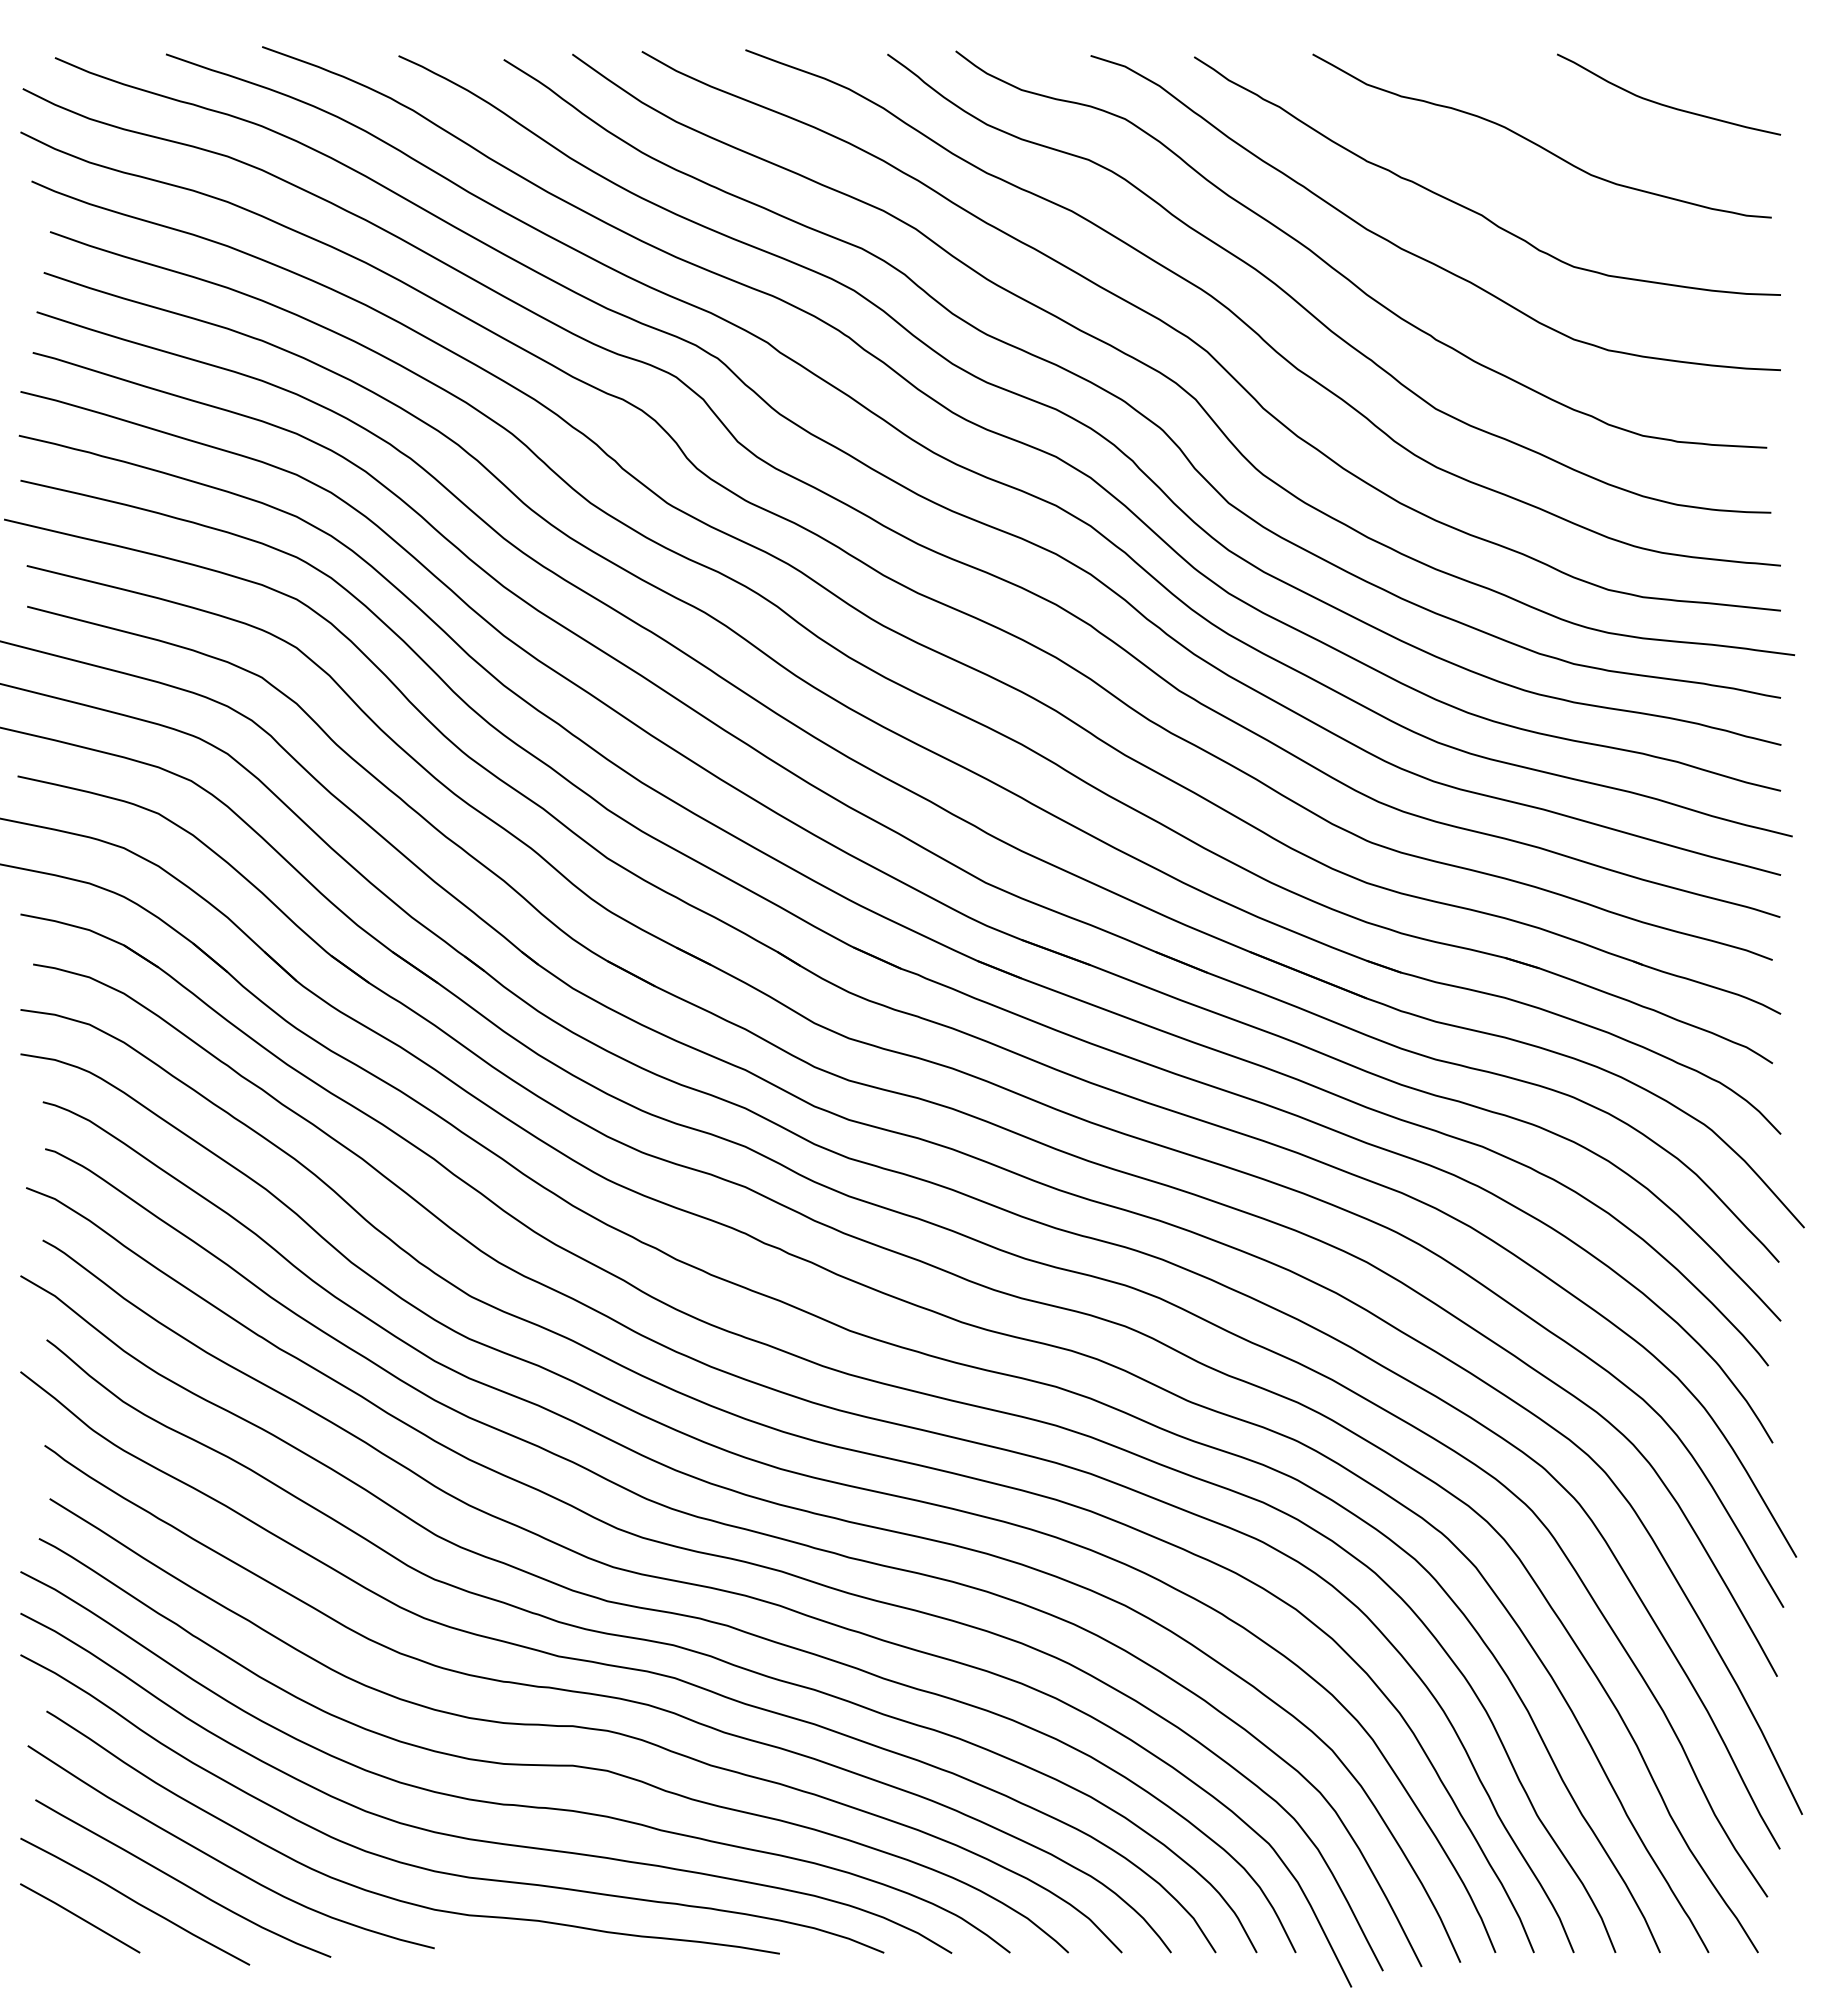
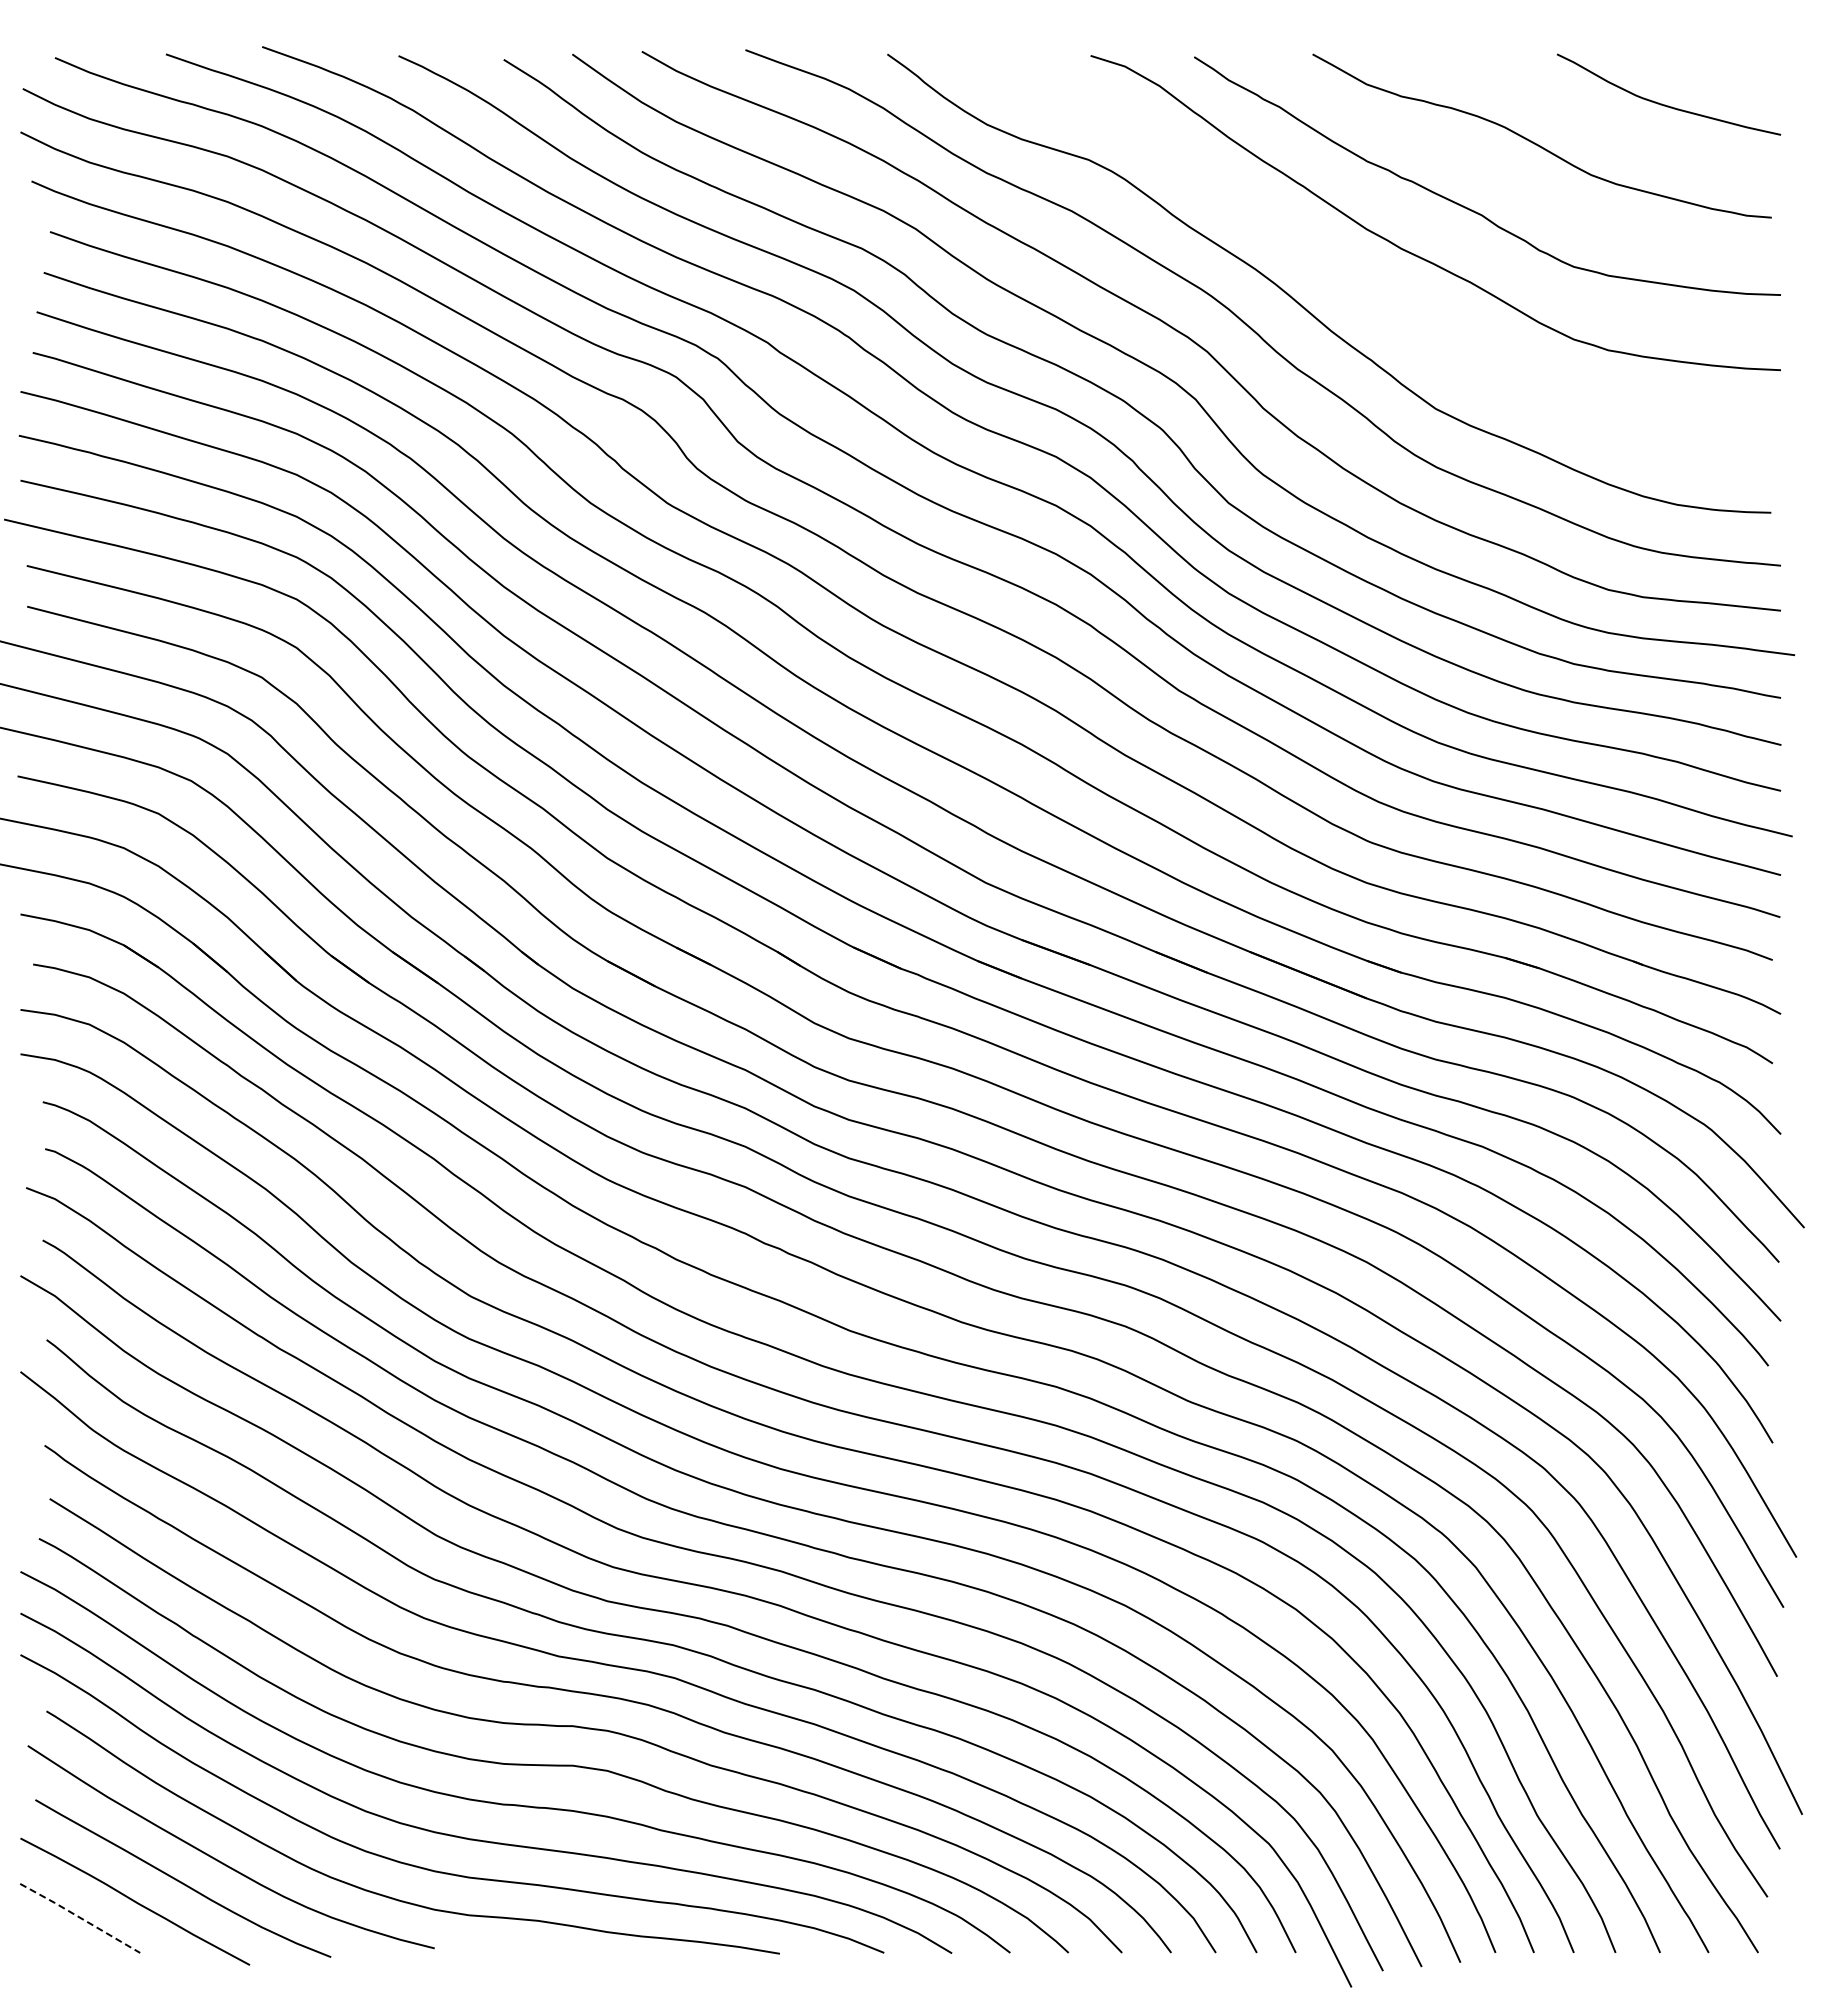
curve at (1343, 274): present -> none
line at (79, 1917): solid -> dashed
